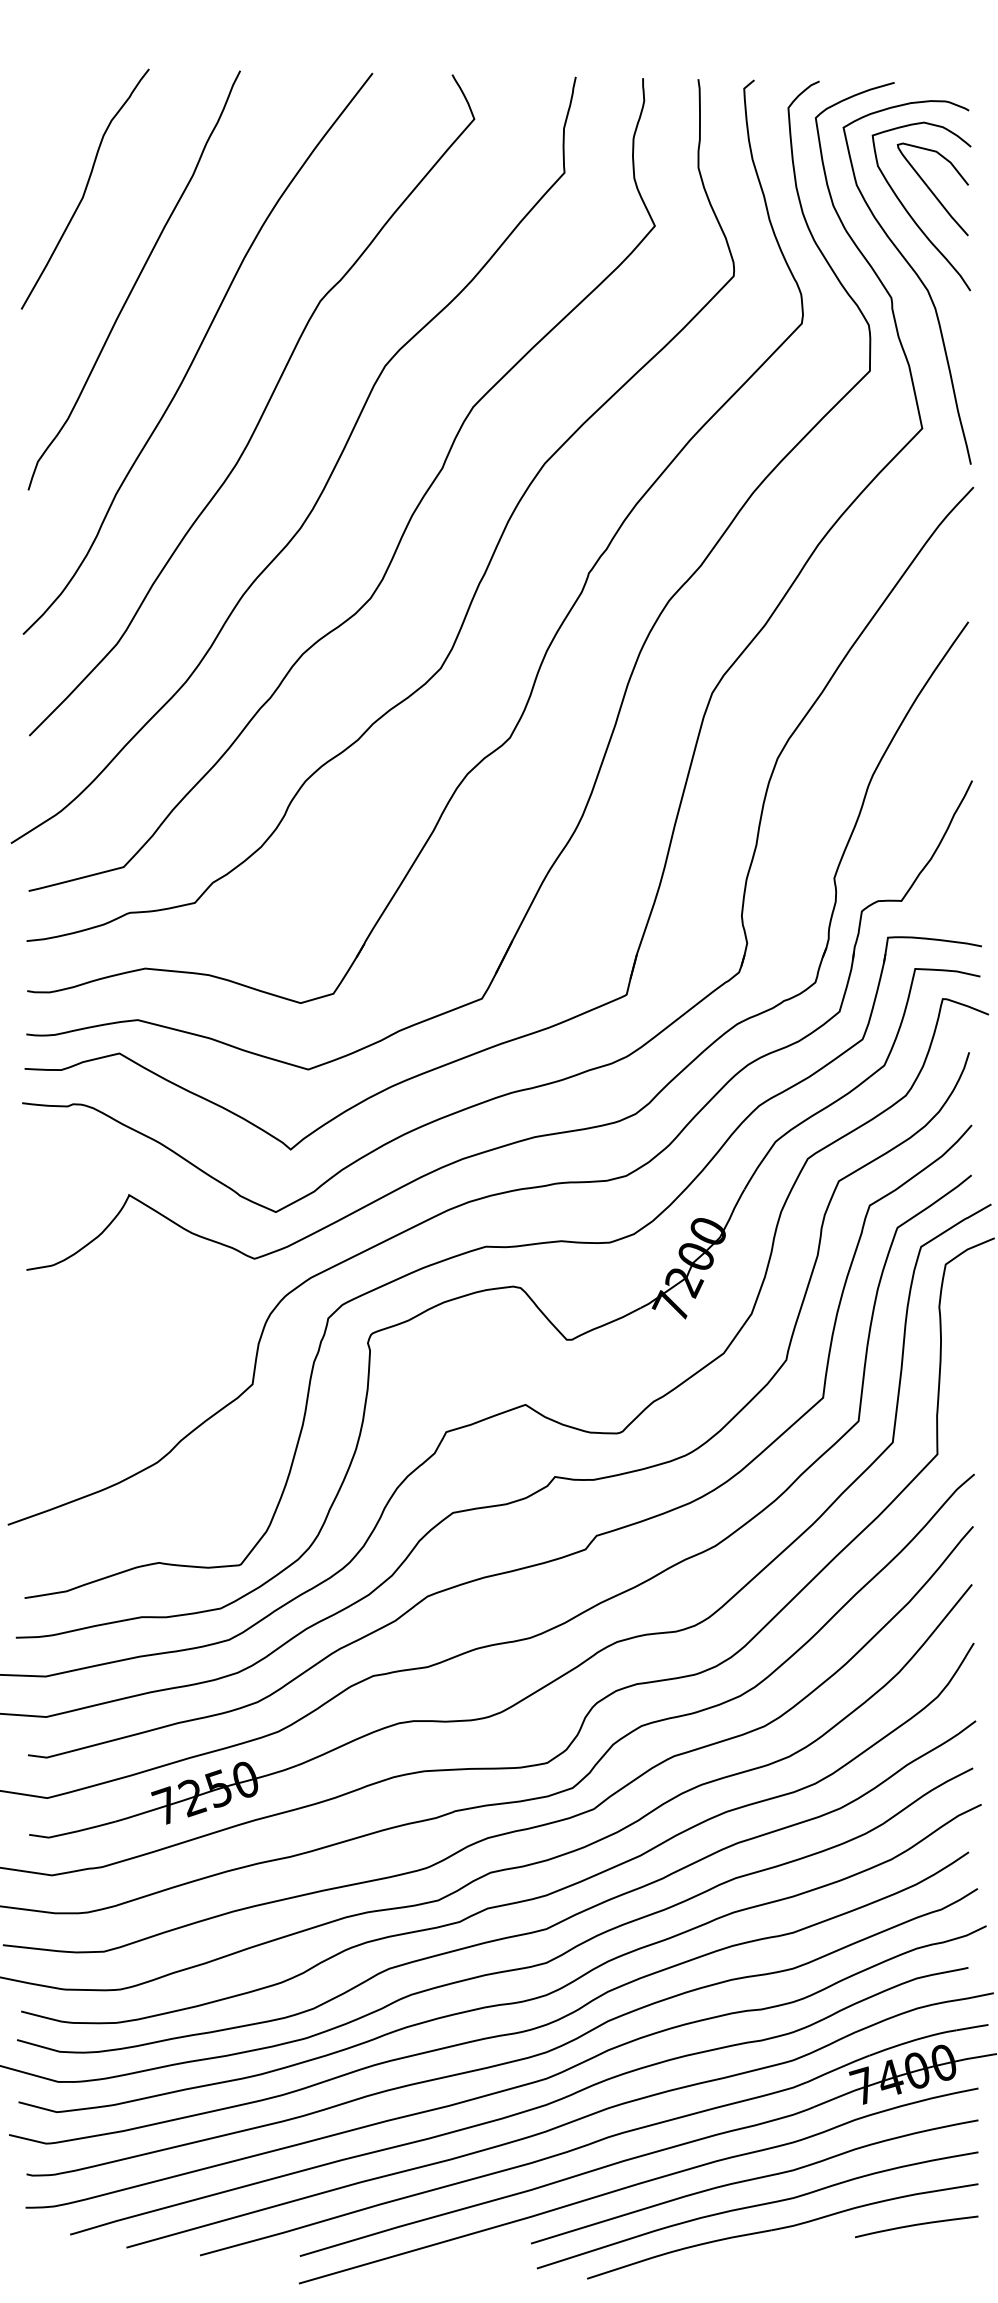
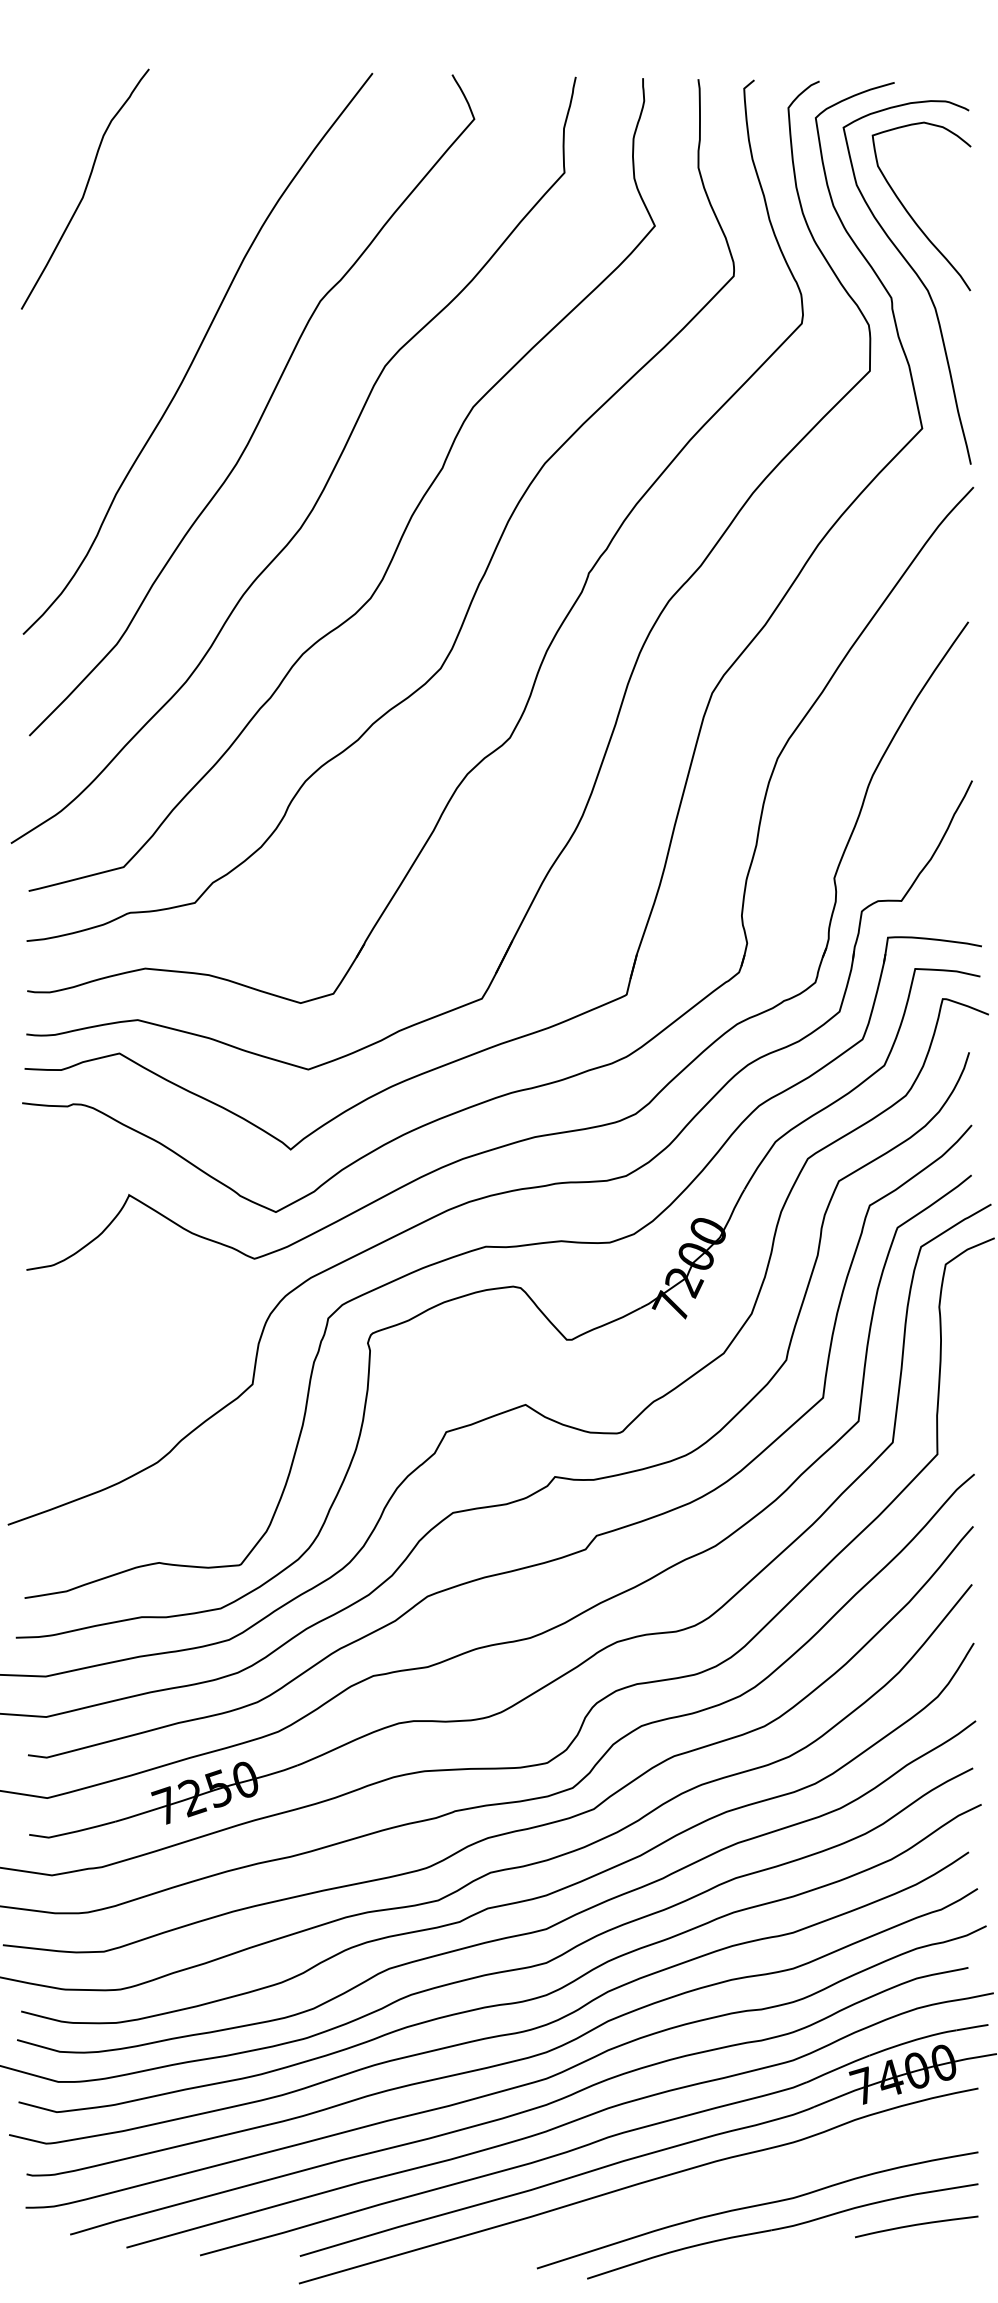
curve at (931, 189): present -> none
curve at (135, 280): present -> none
curve at (753, 2180): present -> none
